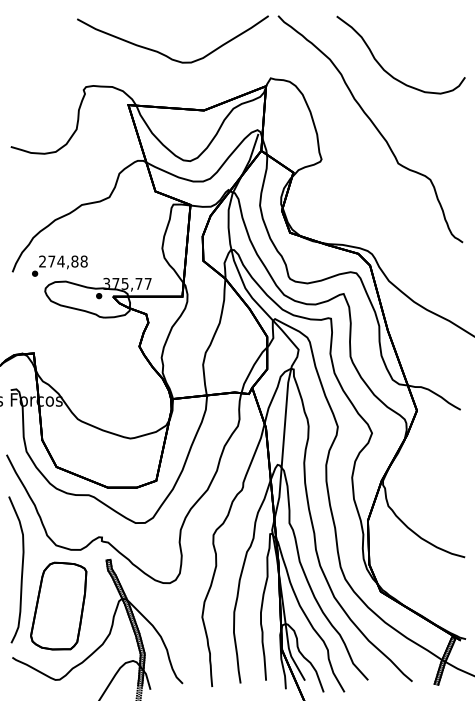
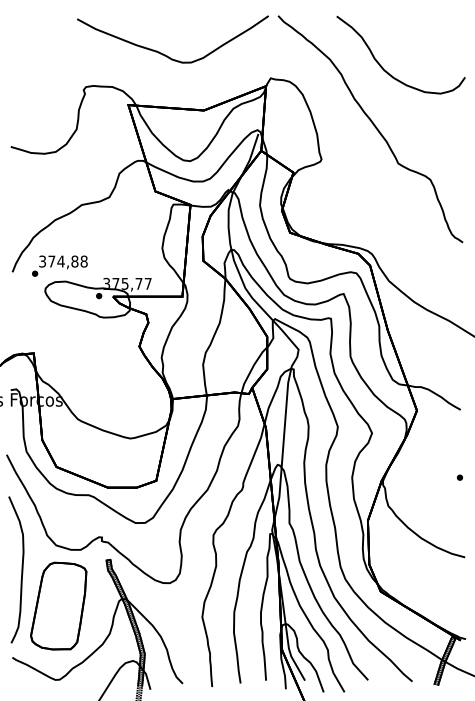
text at (42, 261): 274,88 -> 374,88
part at (459, 477): none -> present
